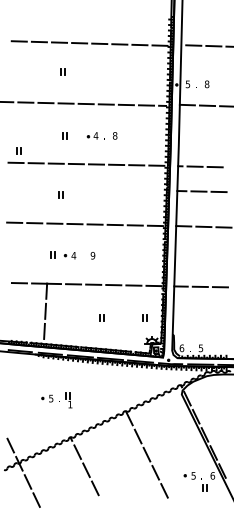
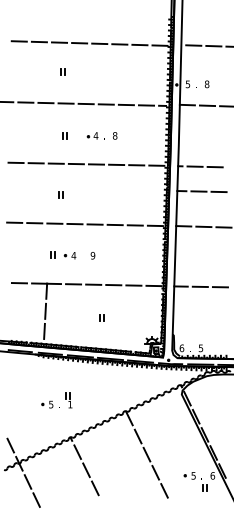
part at (18, 150): present -> none
part at (144, 317): present -> none
part at (50, 398) position: (50, 398) -> (50, 404)
